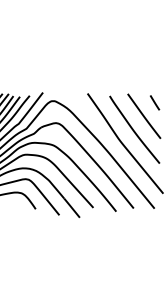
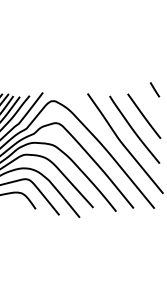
line at (154, 102) position: (154, 102) -> (154, 89)
